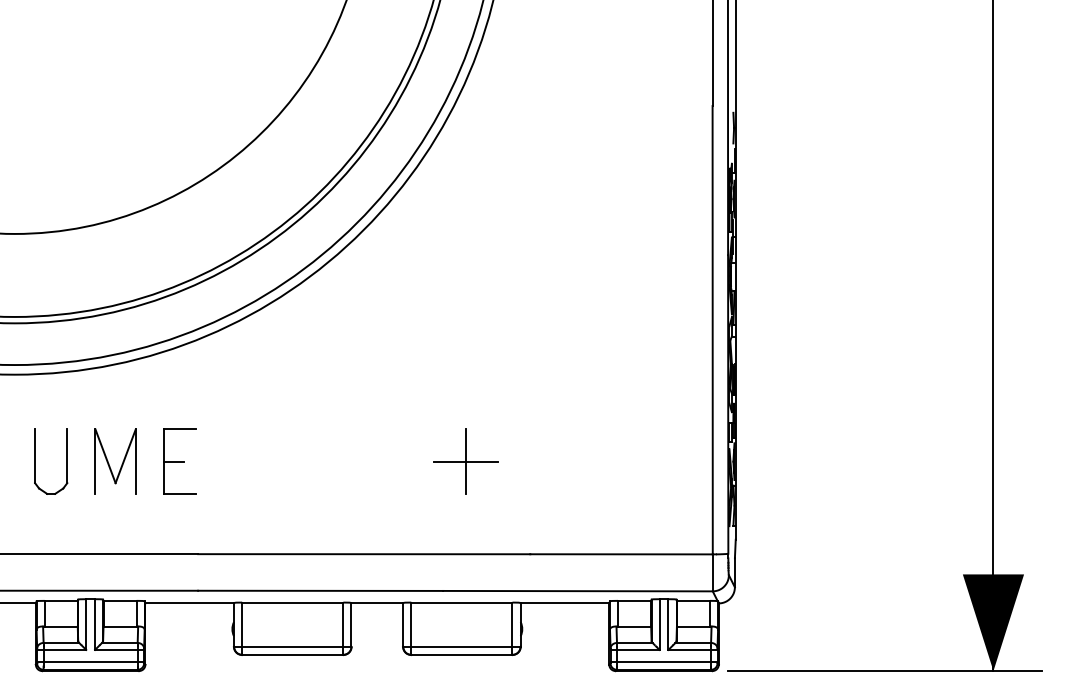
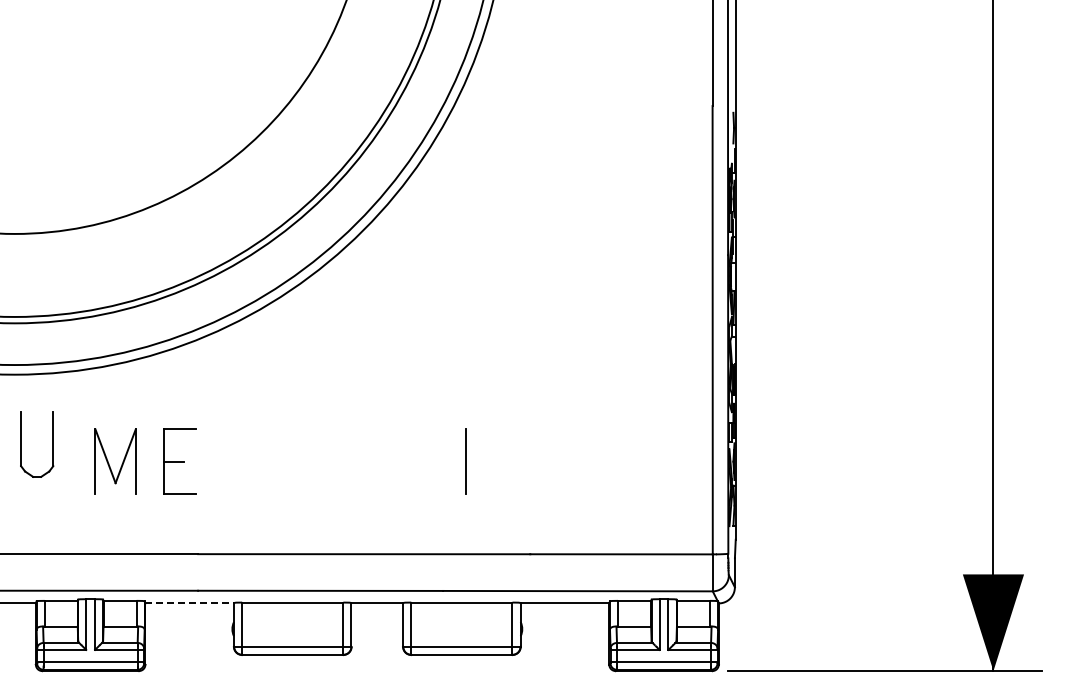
part at (66, 461) position: (66, 461) -> (52, 444)
line at (465, 461): present -> none
line at (190, 603): solid -> dashed
